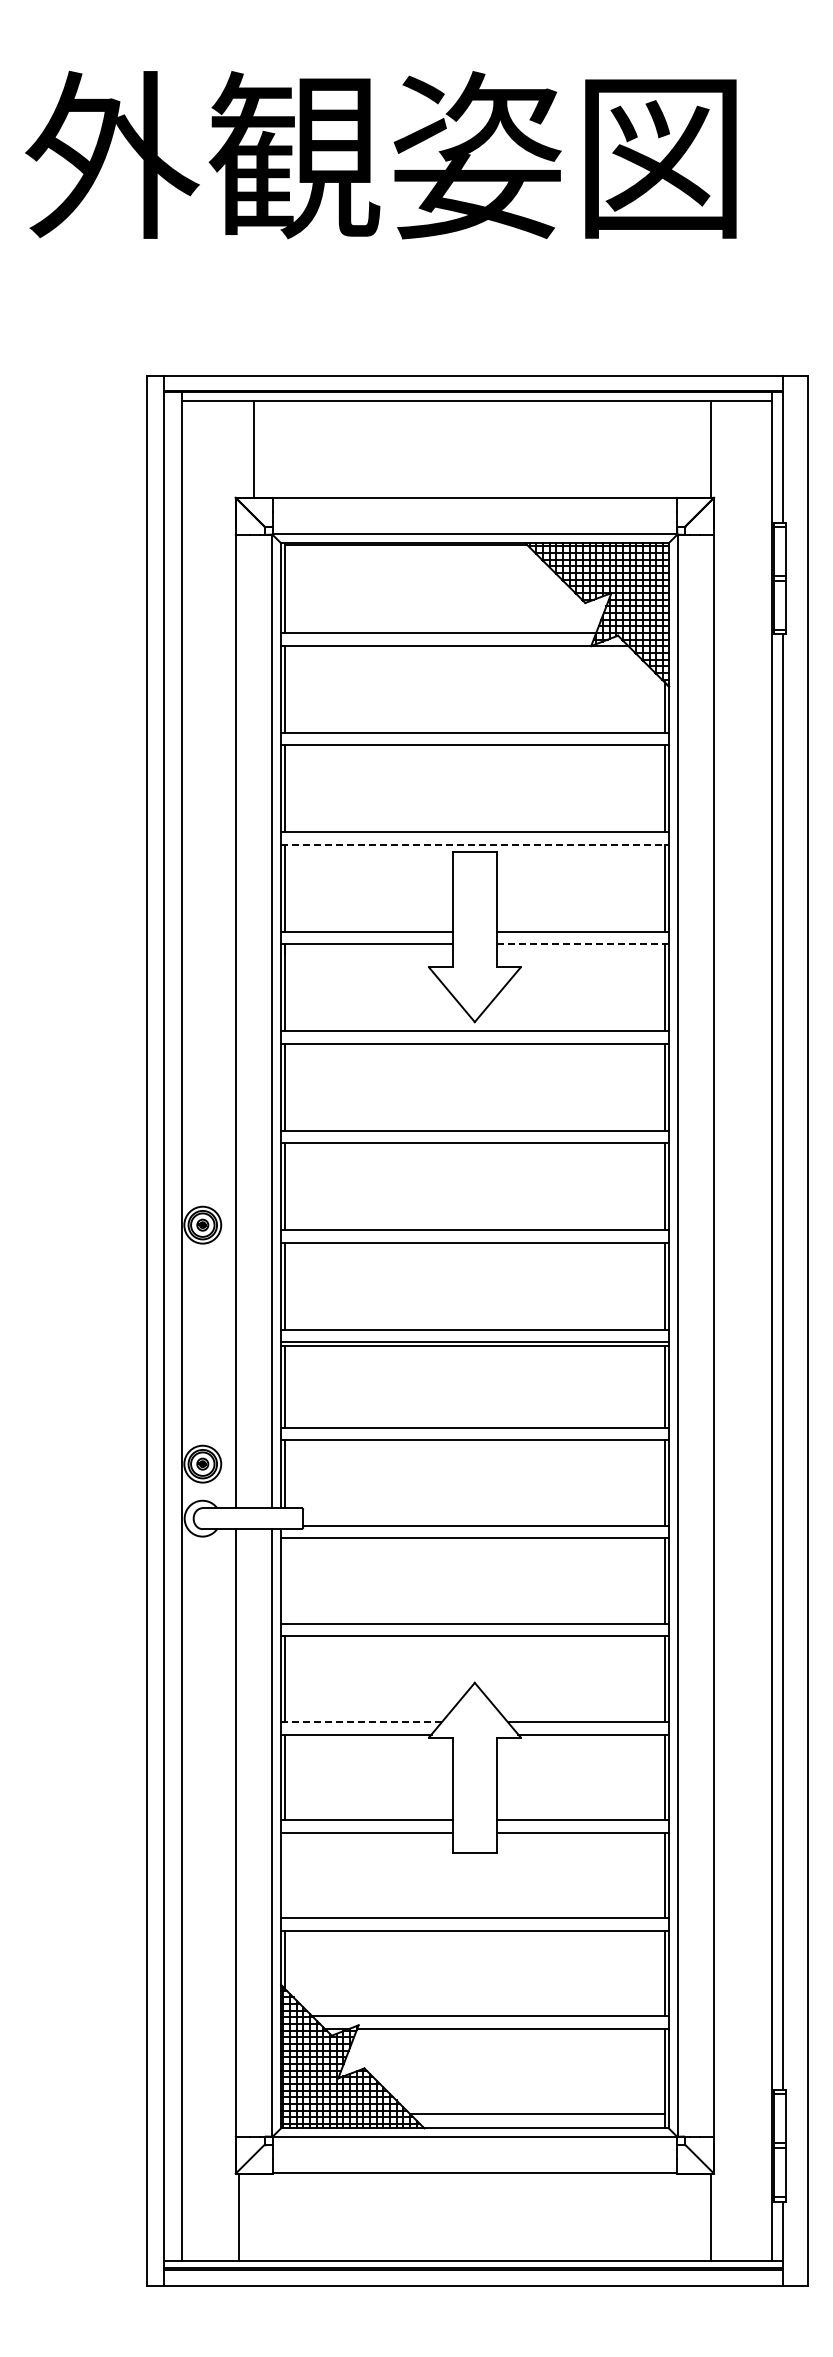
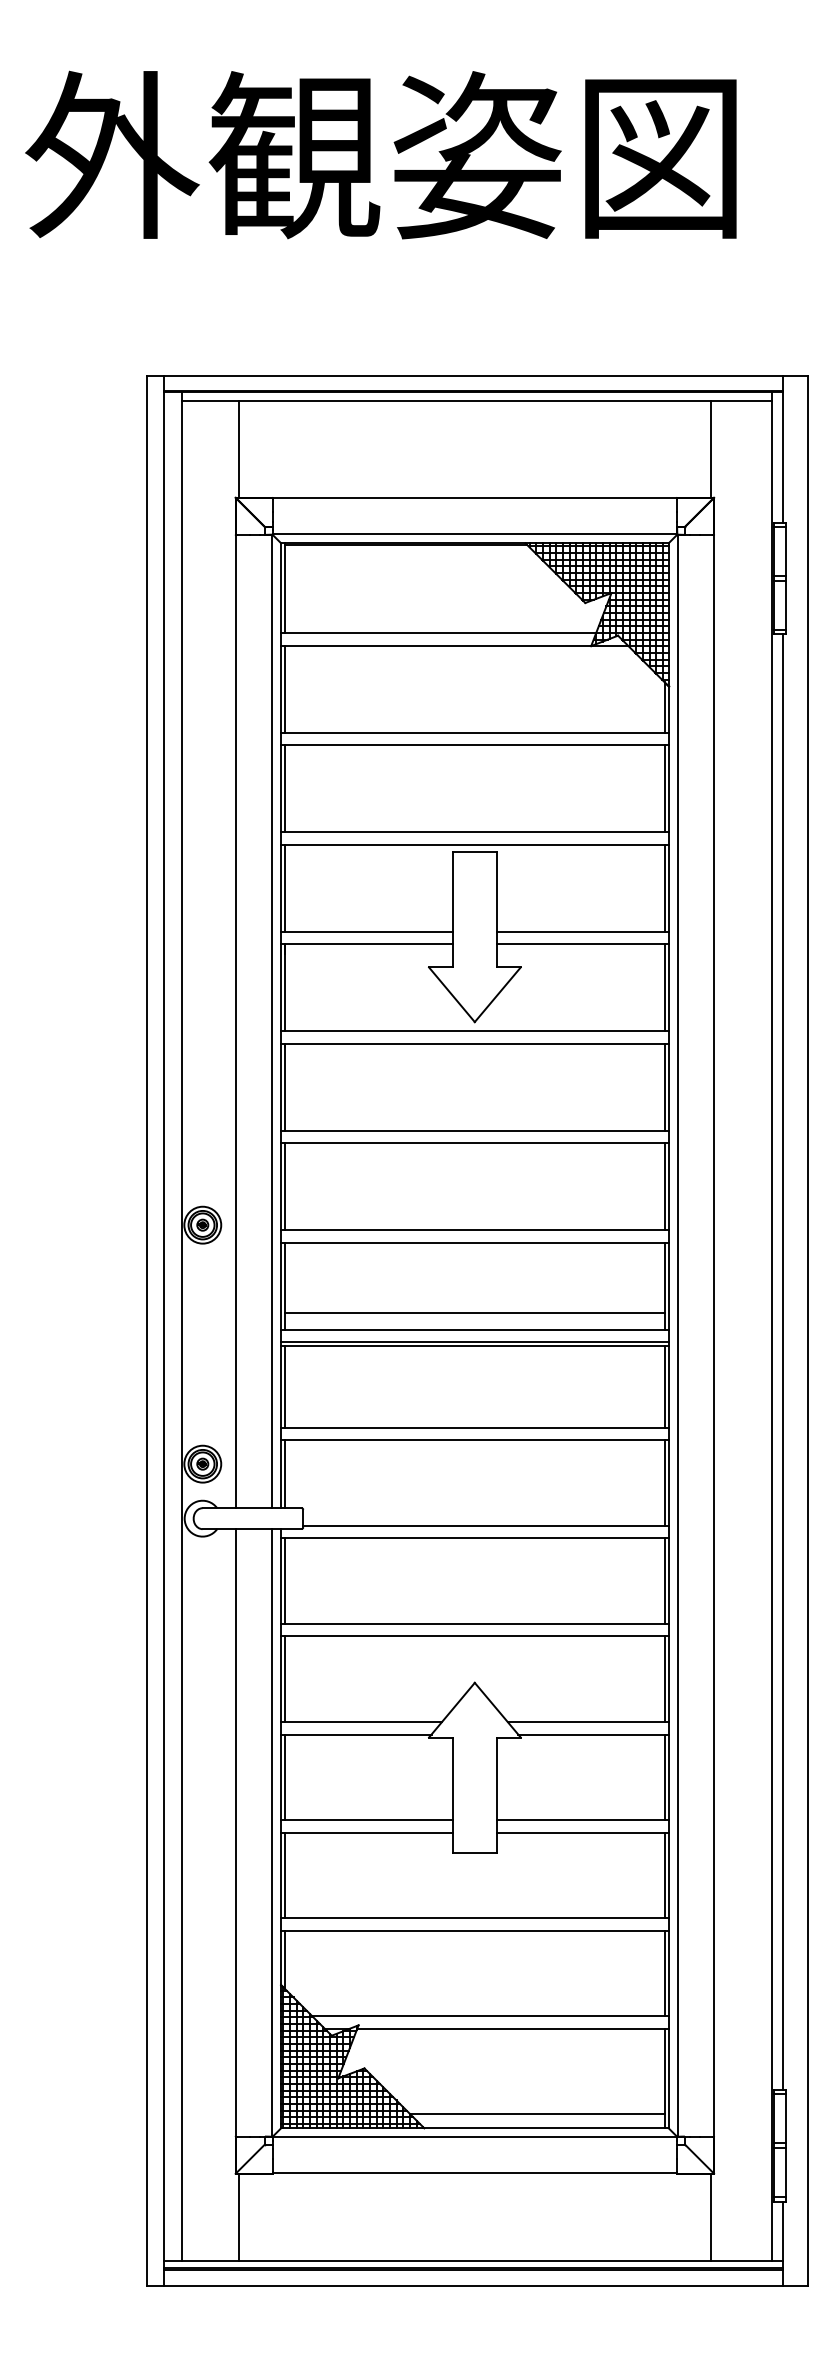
line at (253, 448) position: (253, 448) -> (238, 448)
line at (474, 844): dashed -> solid
line at (582, 944): dashed -> solid
line at (474, 1312): none -> present
line at (285, 1580): none -> present
line at (361, 1721): dashed -> solid
line at (285, 1875): none -> present
